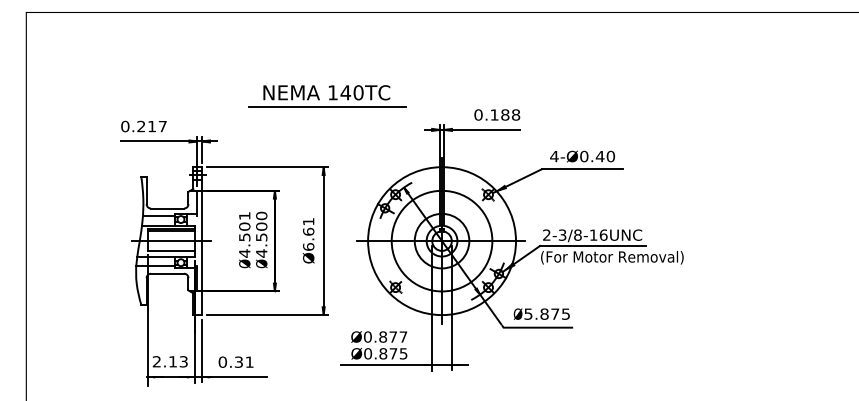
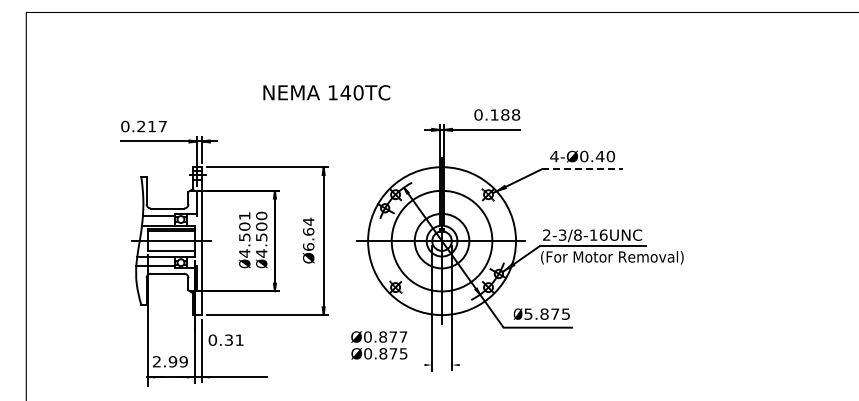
line at (327, 106): present -> none
line at (582, 169): solid -> dashed
text at (308, 221): Ø6.61 -> Ø6.64
text at (177, 361): 2.13 -> 2.99
text at (235, 361) position: (235, 361) -> (225, 339)
line at (404, 365): present -> none
